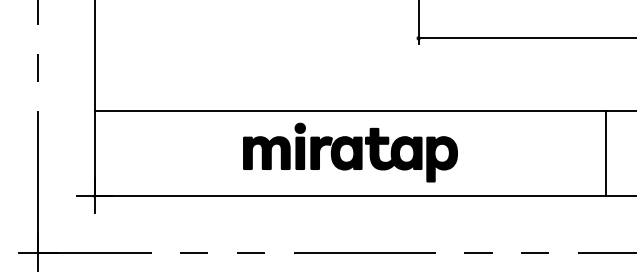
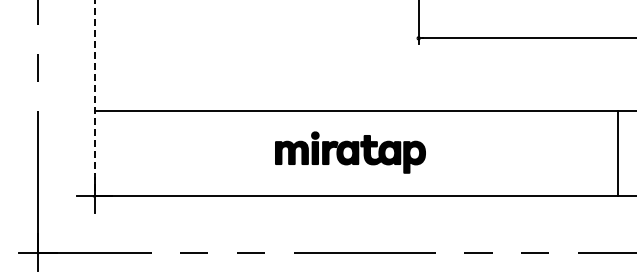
line at (94, 98): solid -> dashed
part at (350, 152) size: 215x61 px -> 151x43 px
line at (606, 152) position: (606, 152) -> (618, 152)
